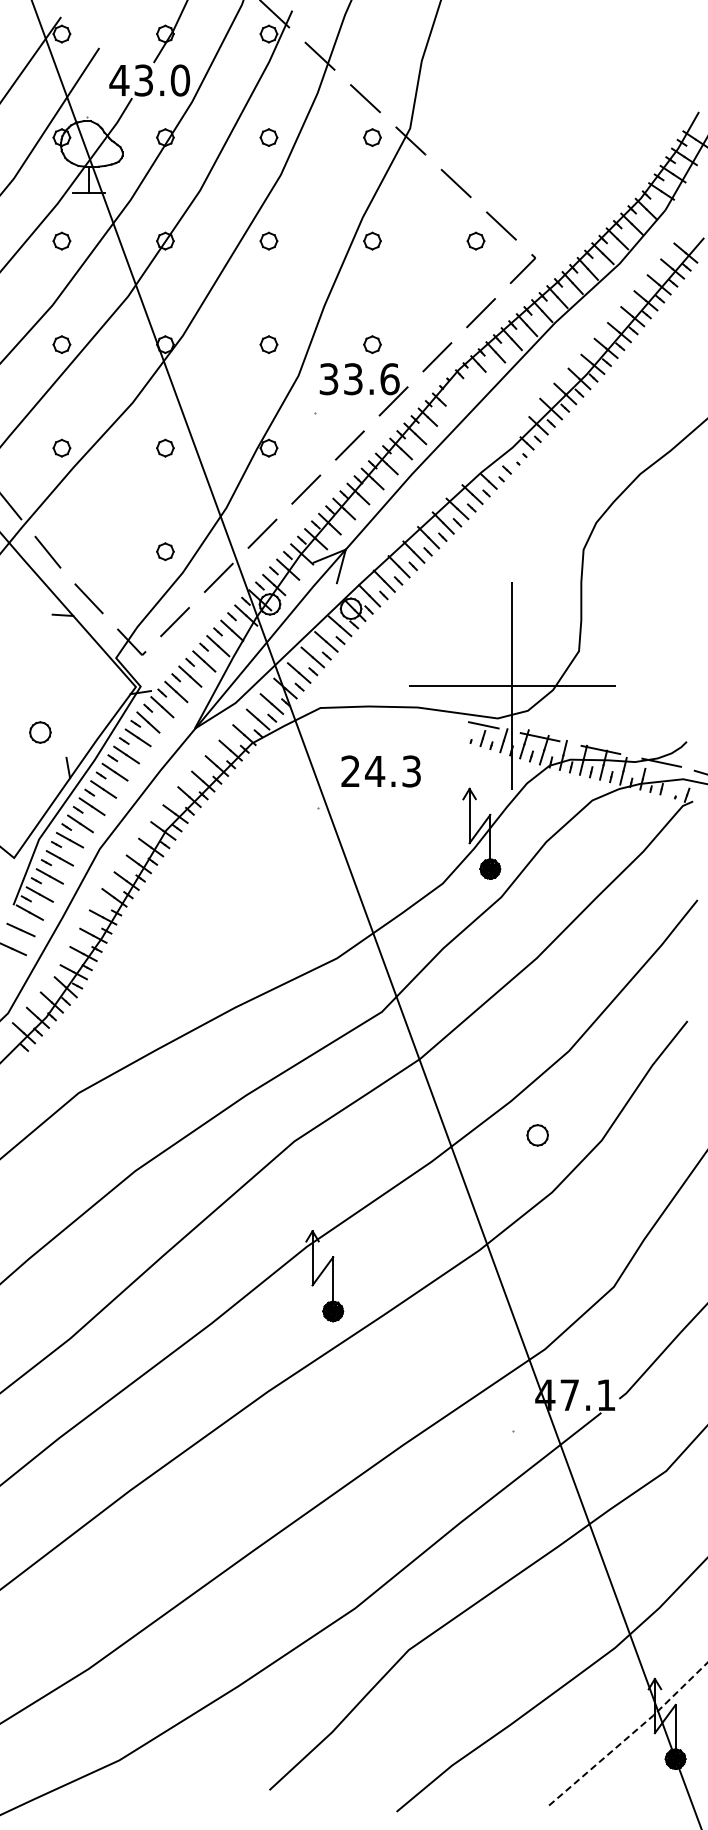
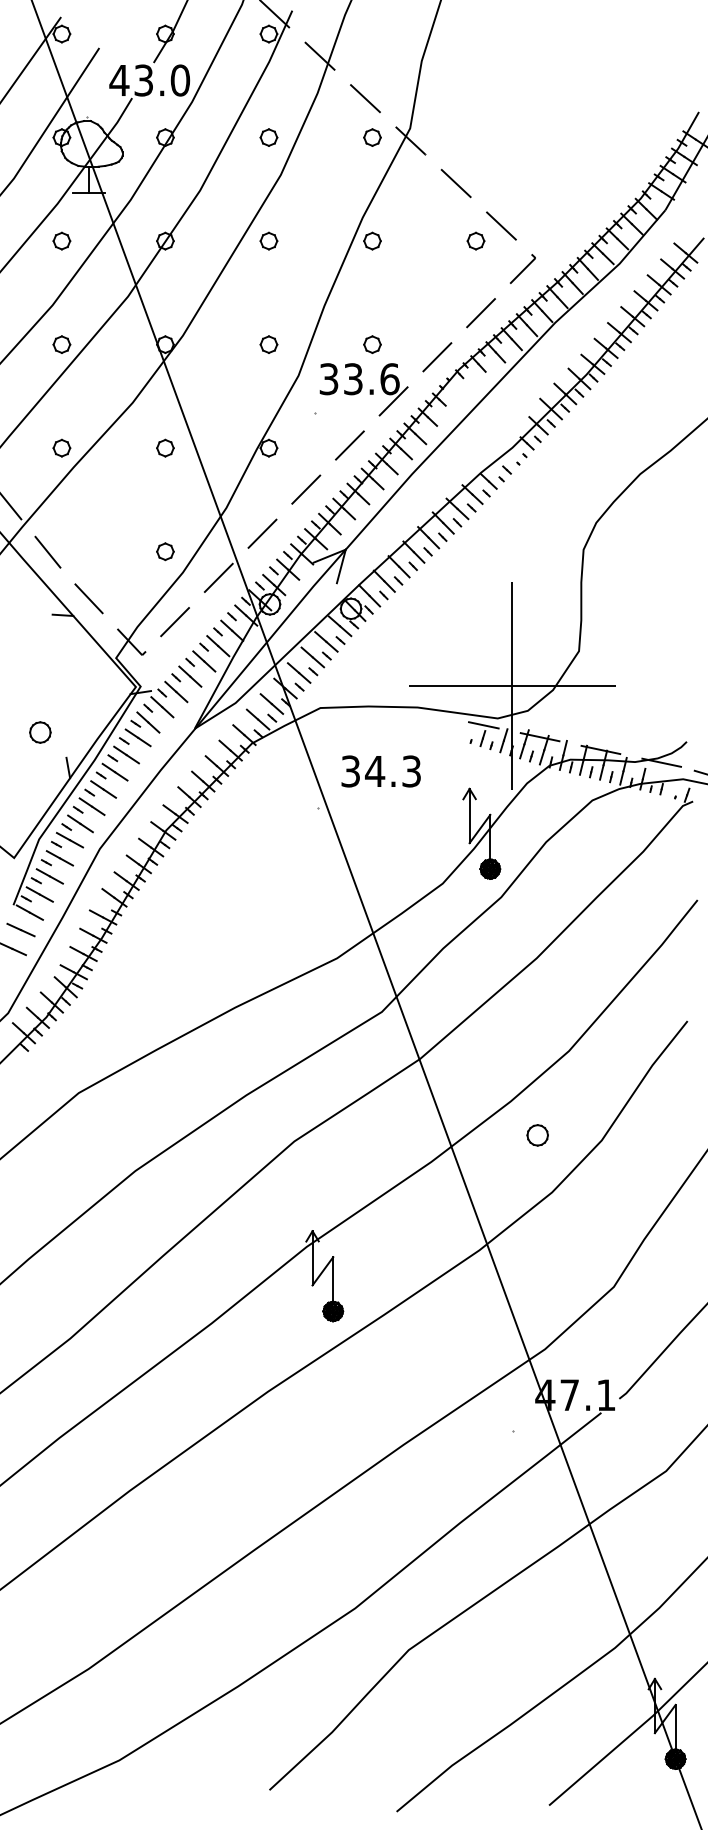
text at (350, 771): 24.3 -> 34.3
line at (630, 1735): dashed -> solid
